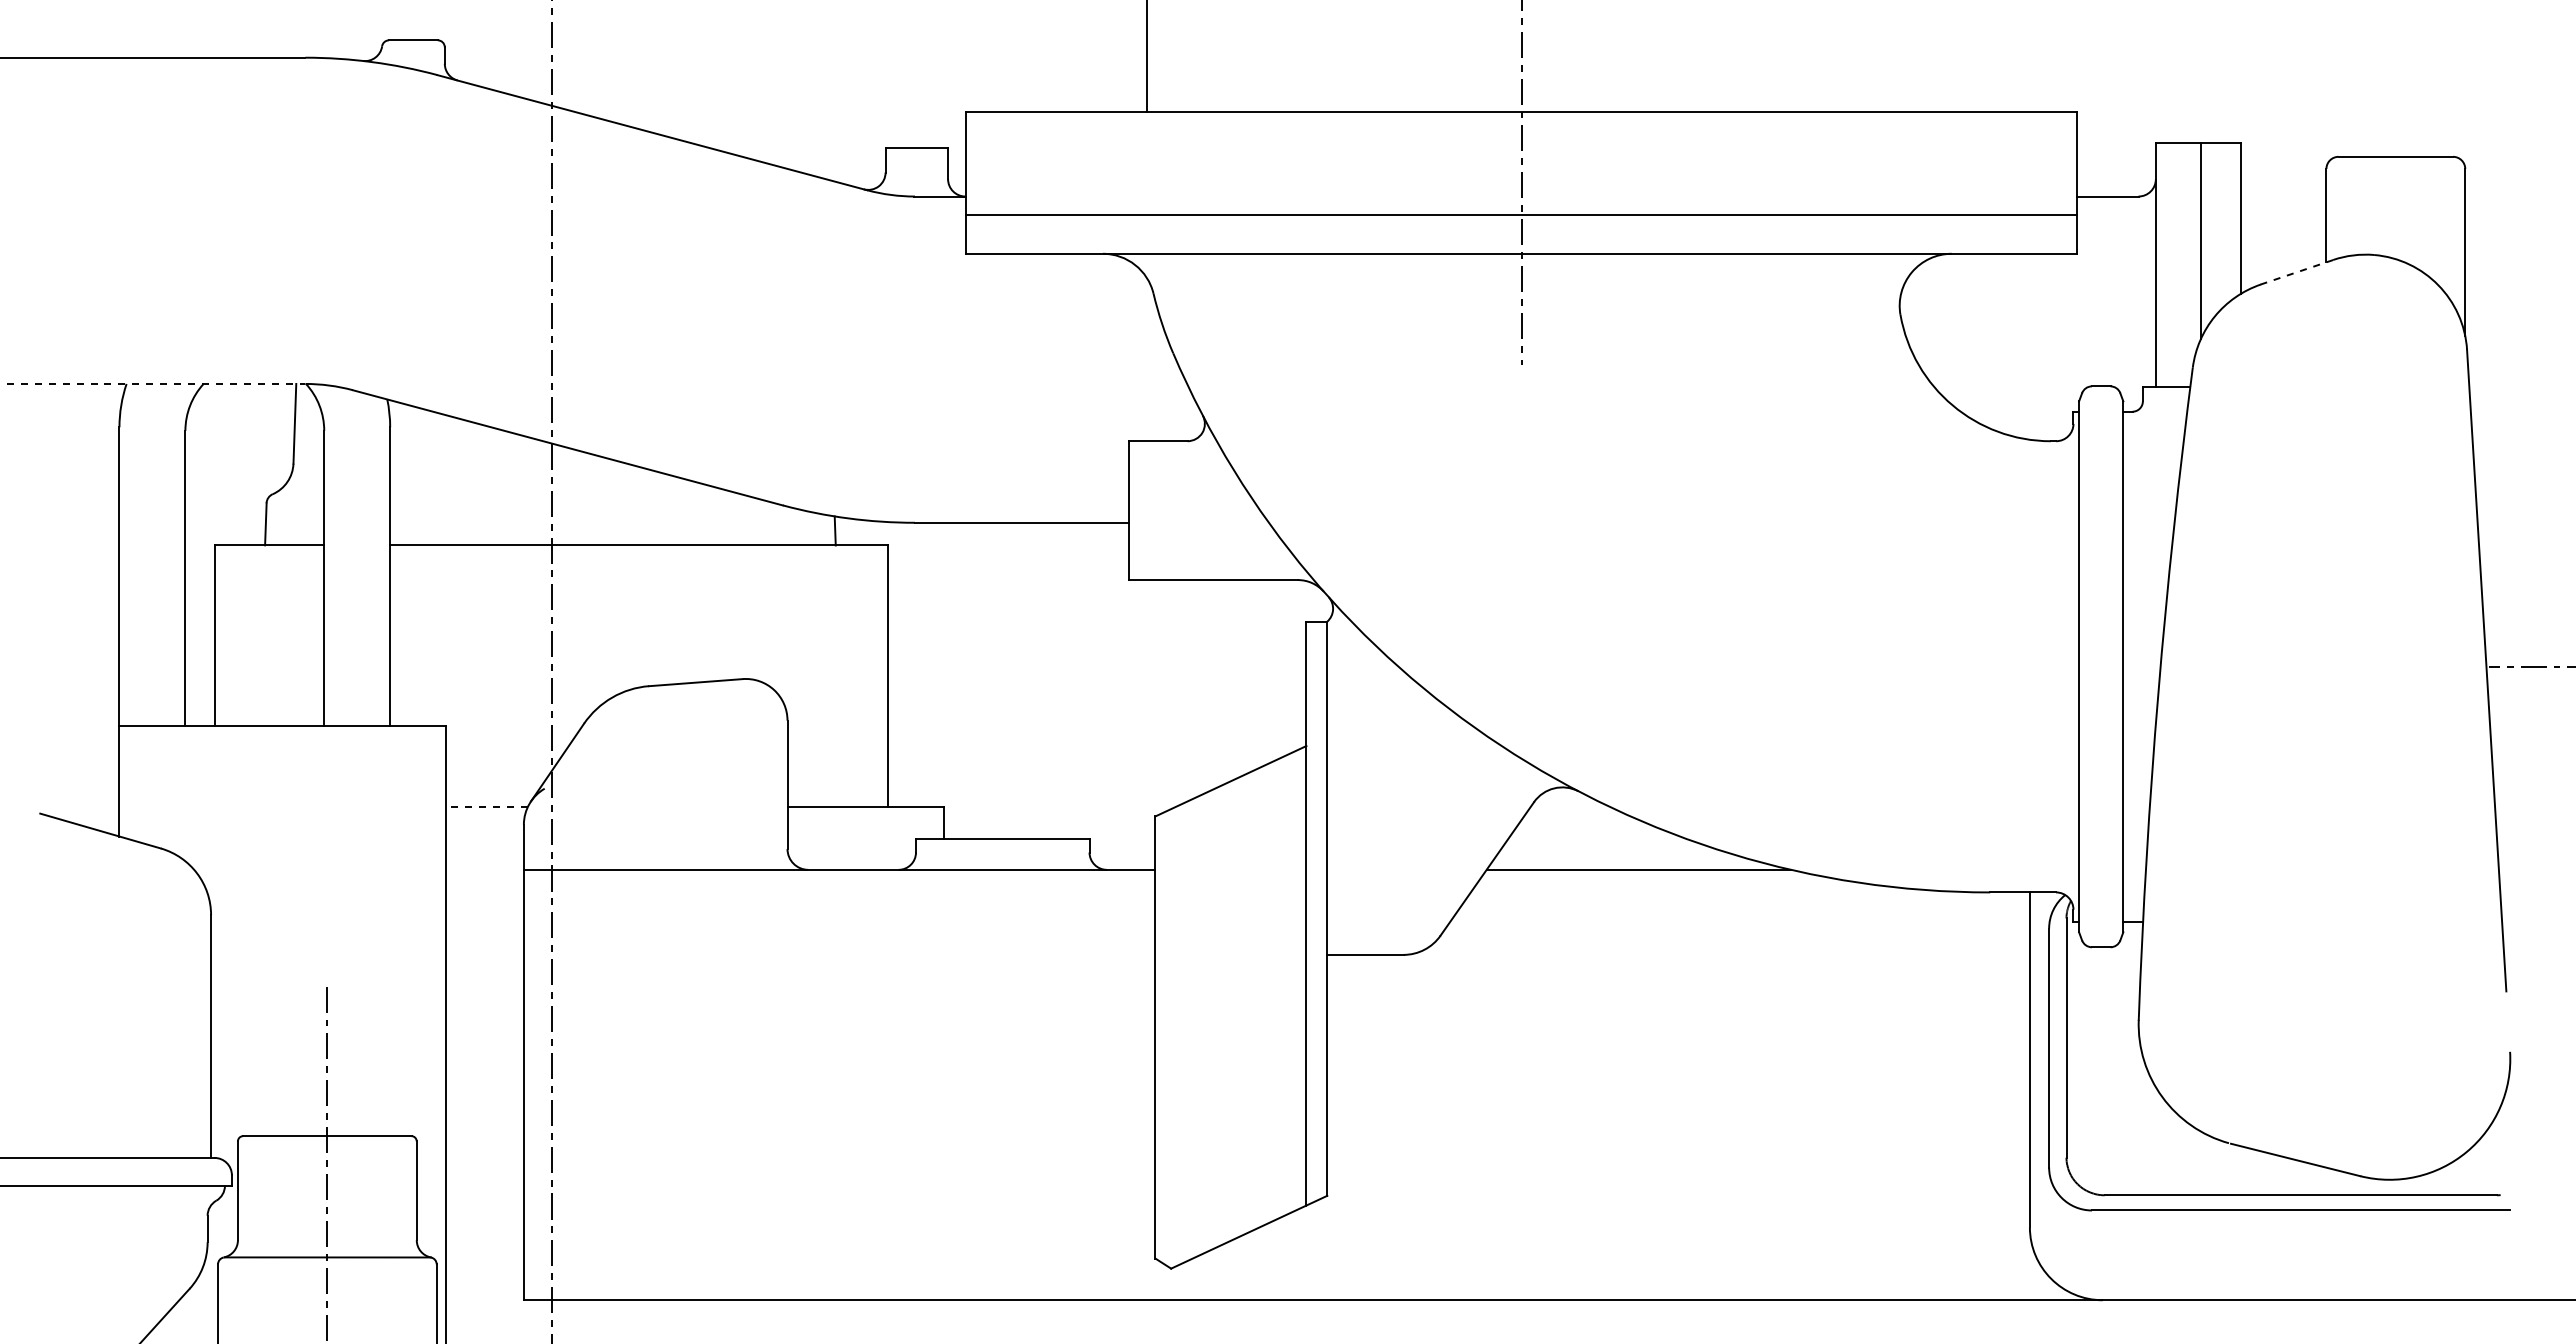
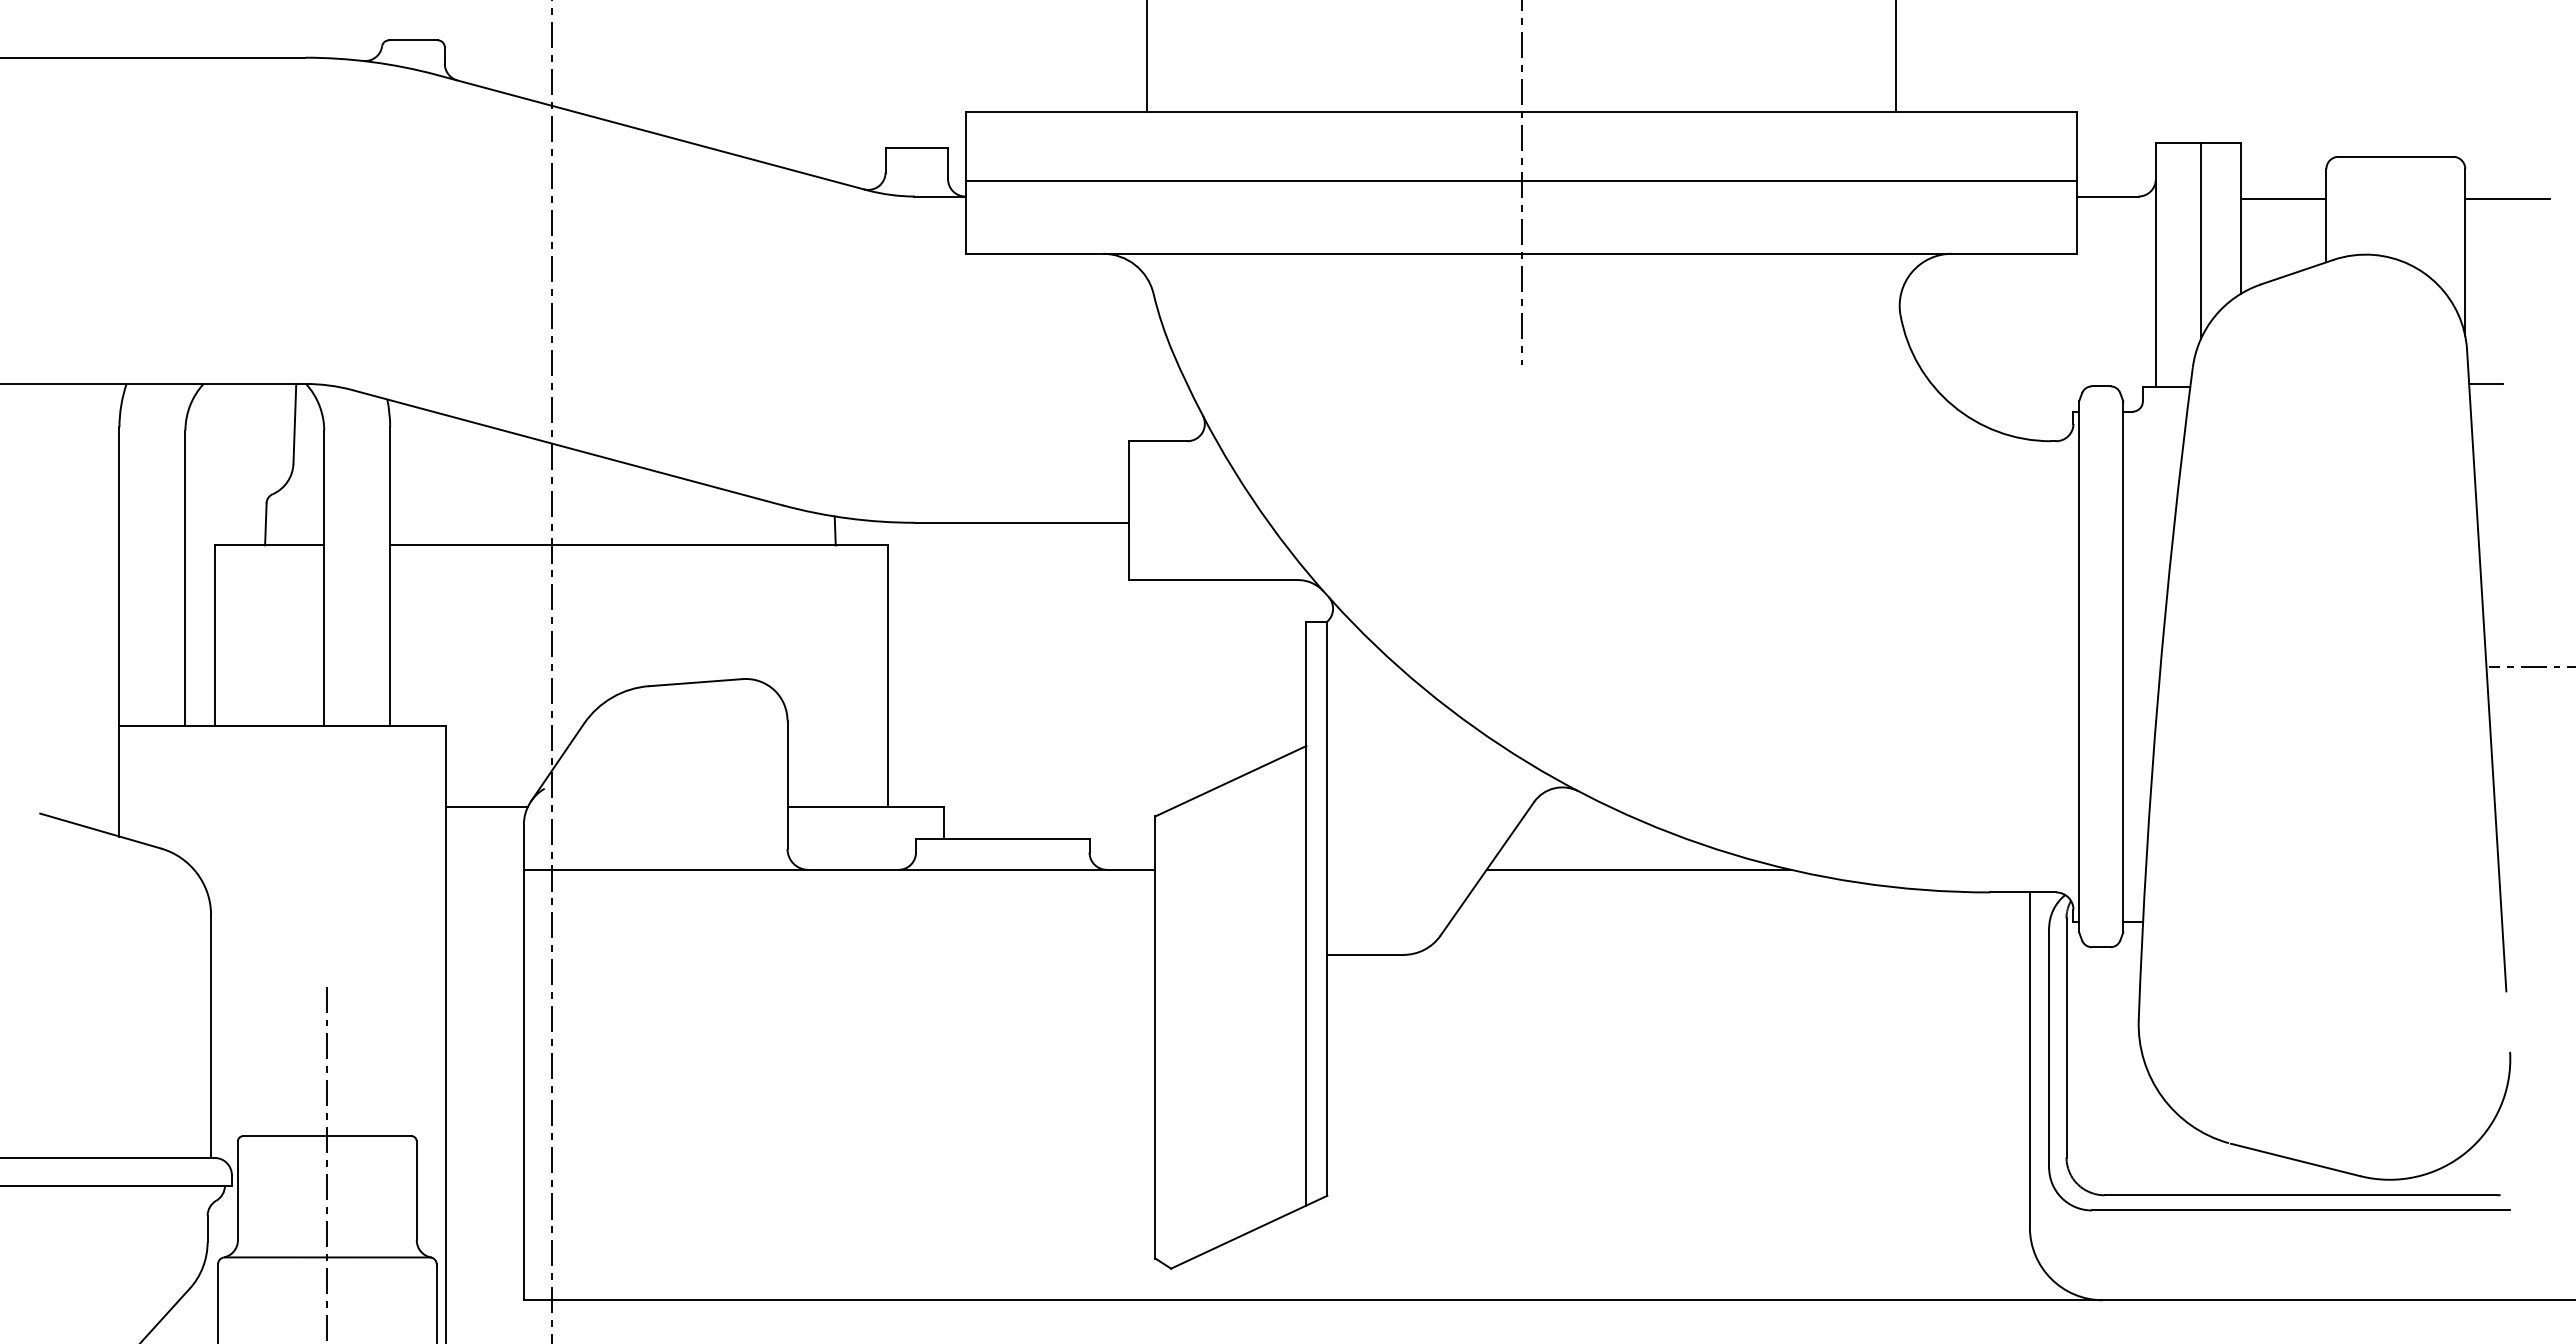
line at (1896, 56): none -> present
line at (2283, 198): none -> present
line at (2507, 198): none -> present
line at (1521, 214) position: (1521, 214) -> (1521, 180)
line at (2296, 272): dashed -> solid
line at (153, 383): dashed -> solid
line at (2485, 383): none -> present
line at (486, 807): dashed -> solid
